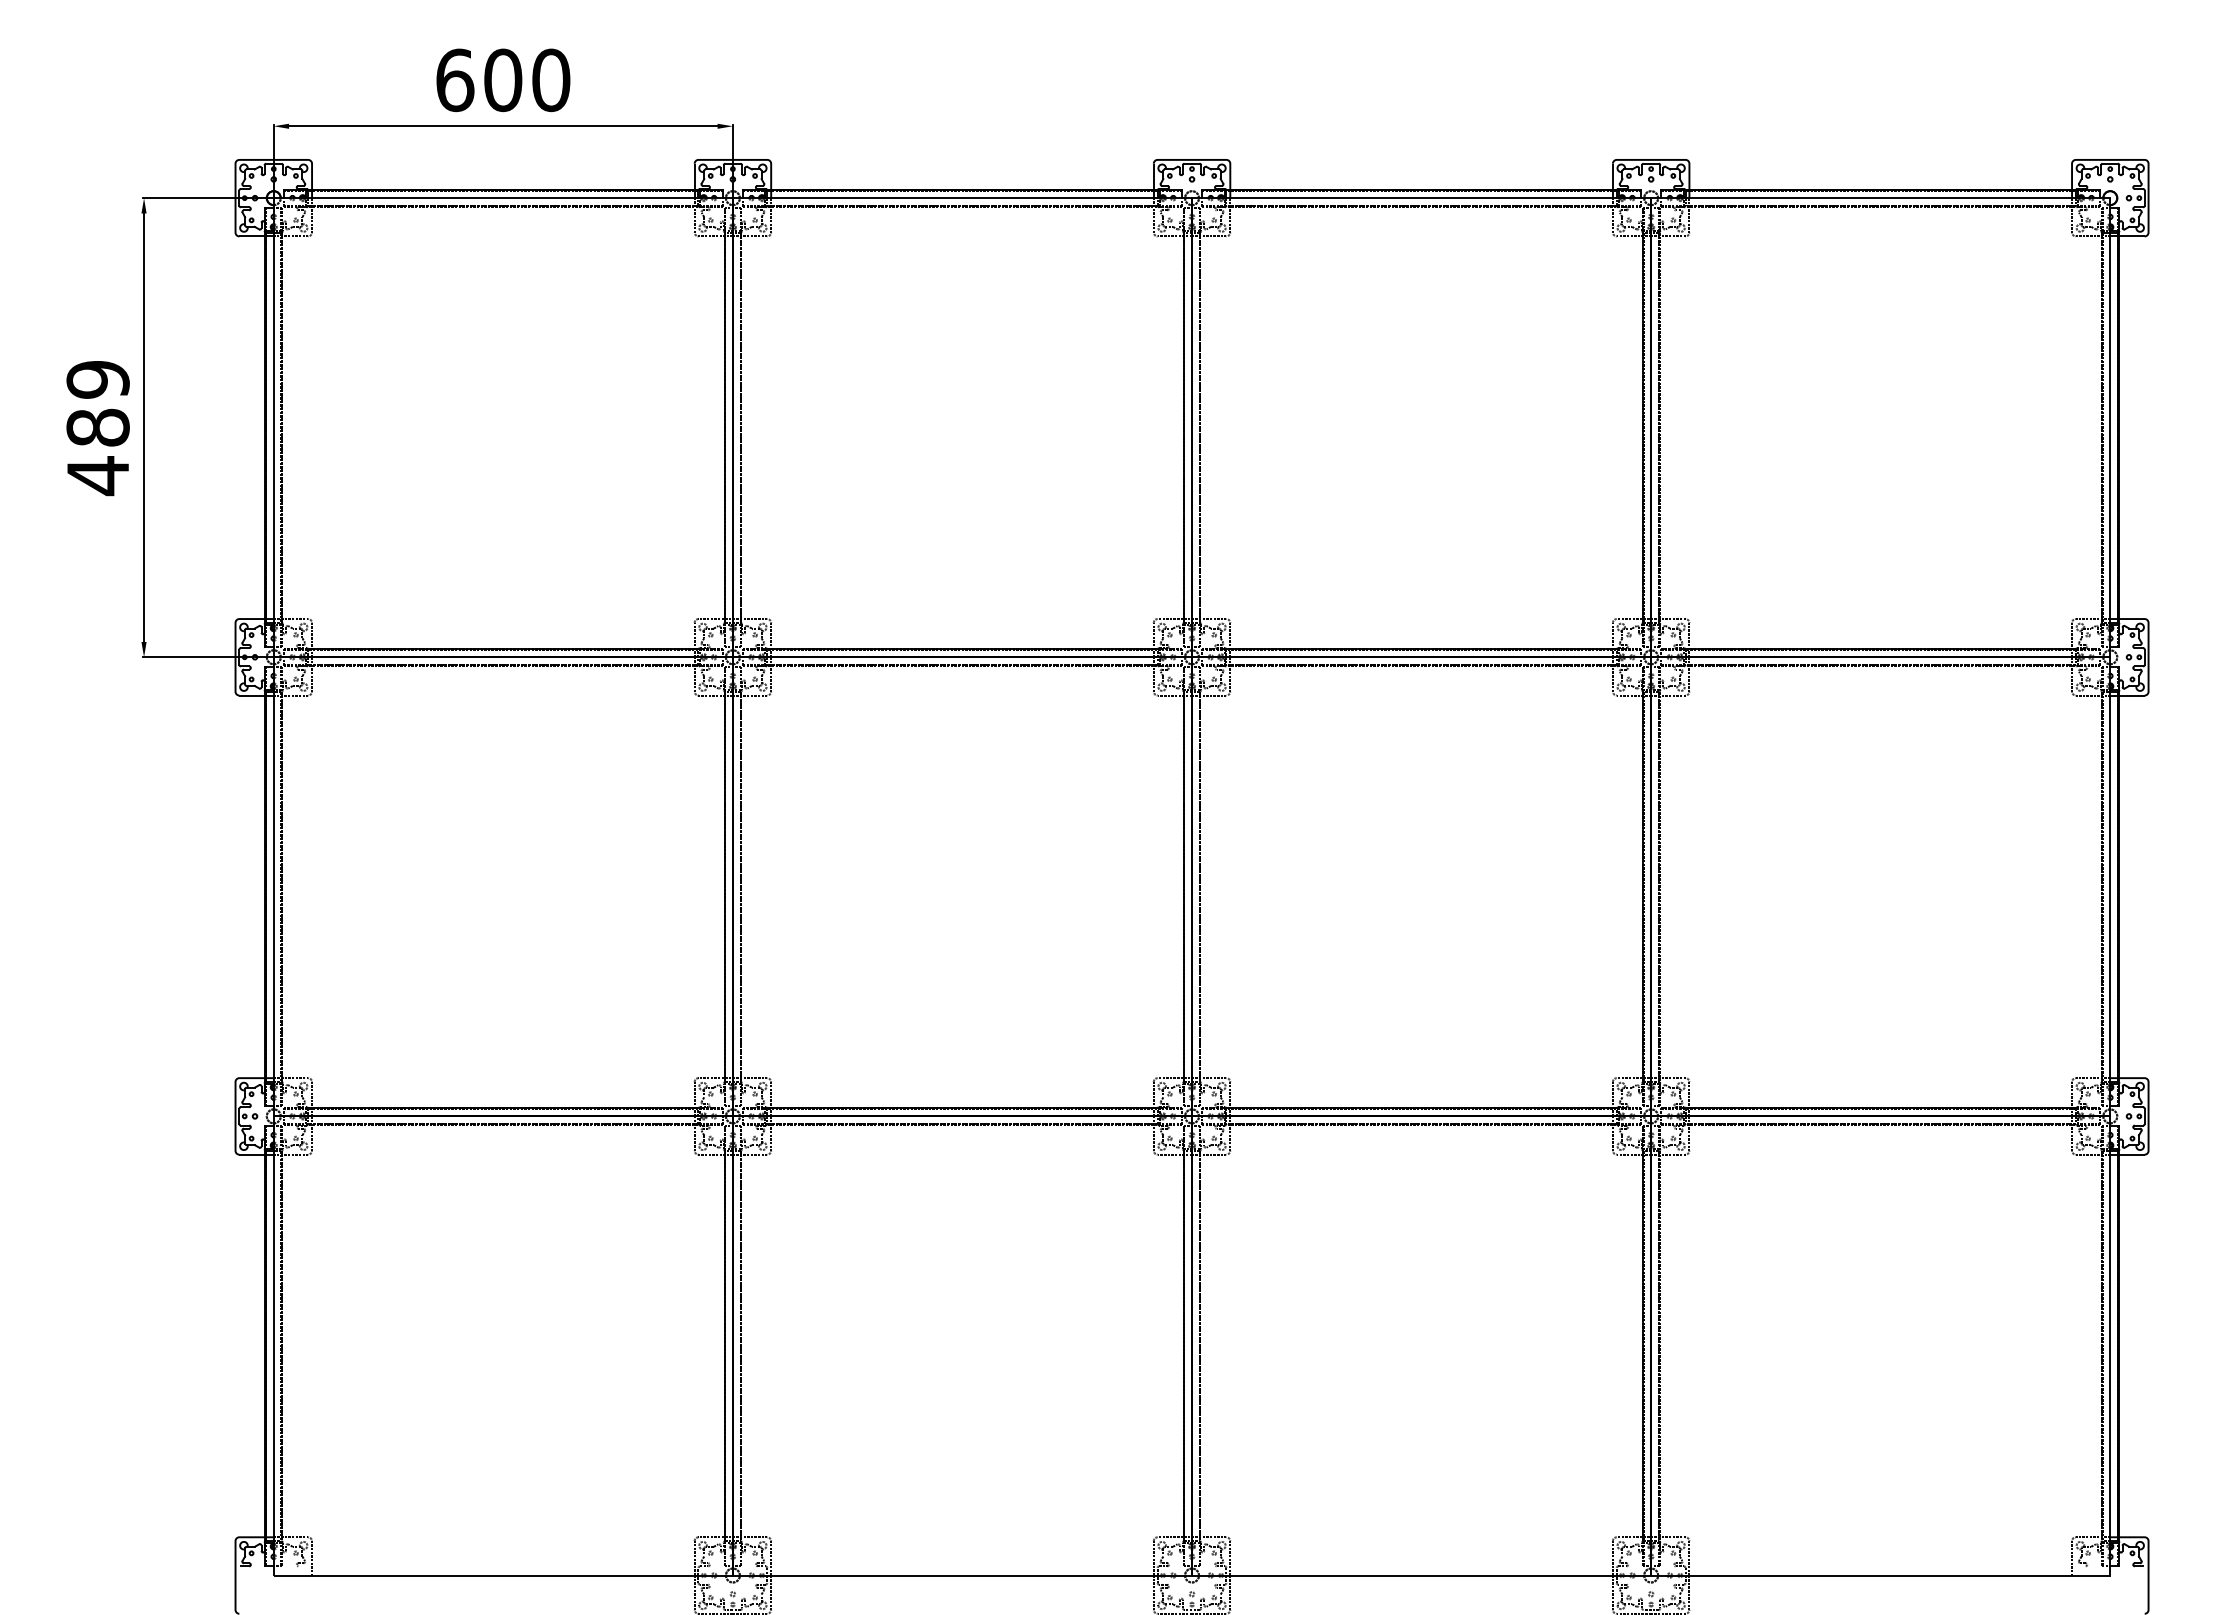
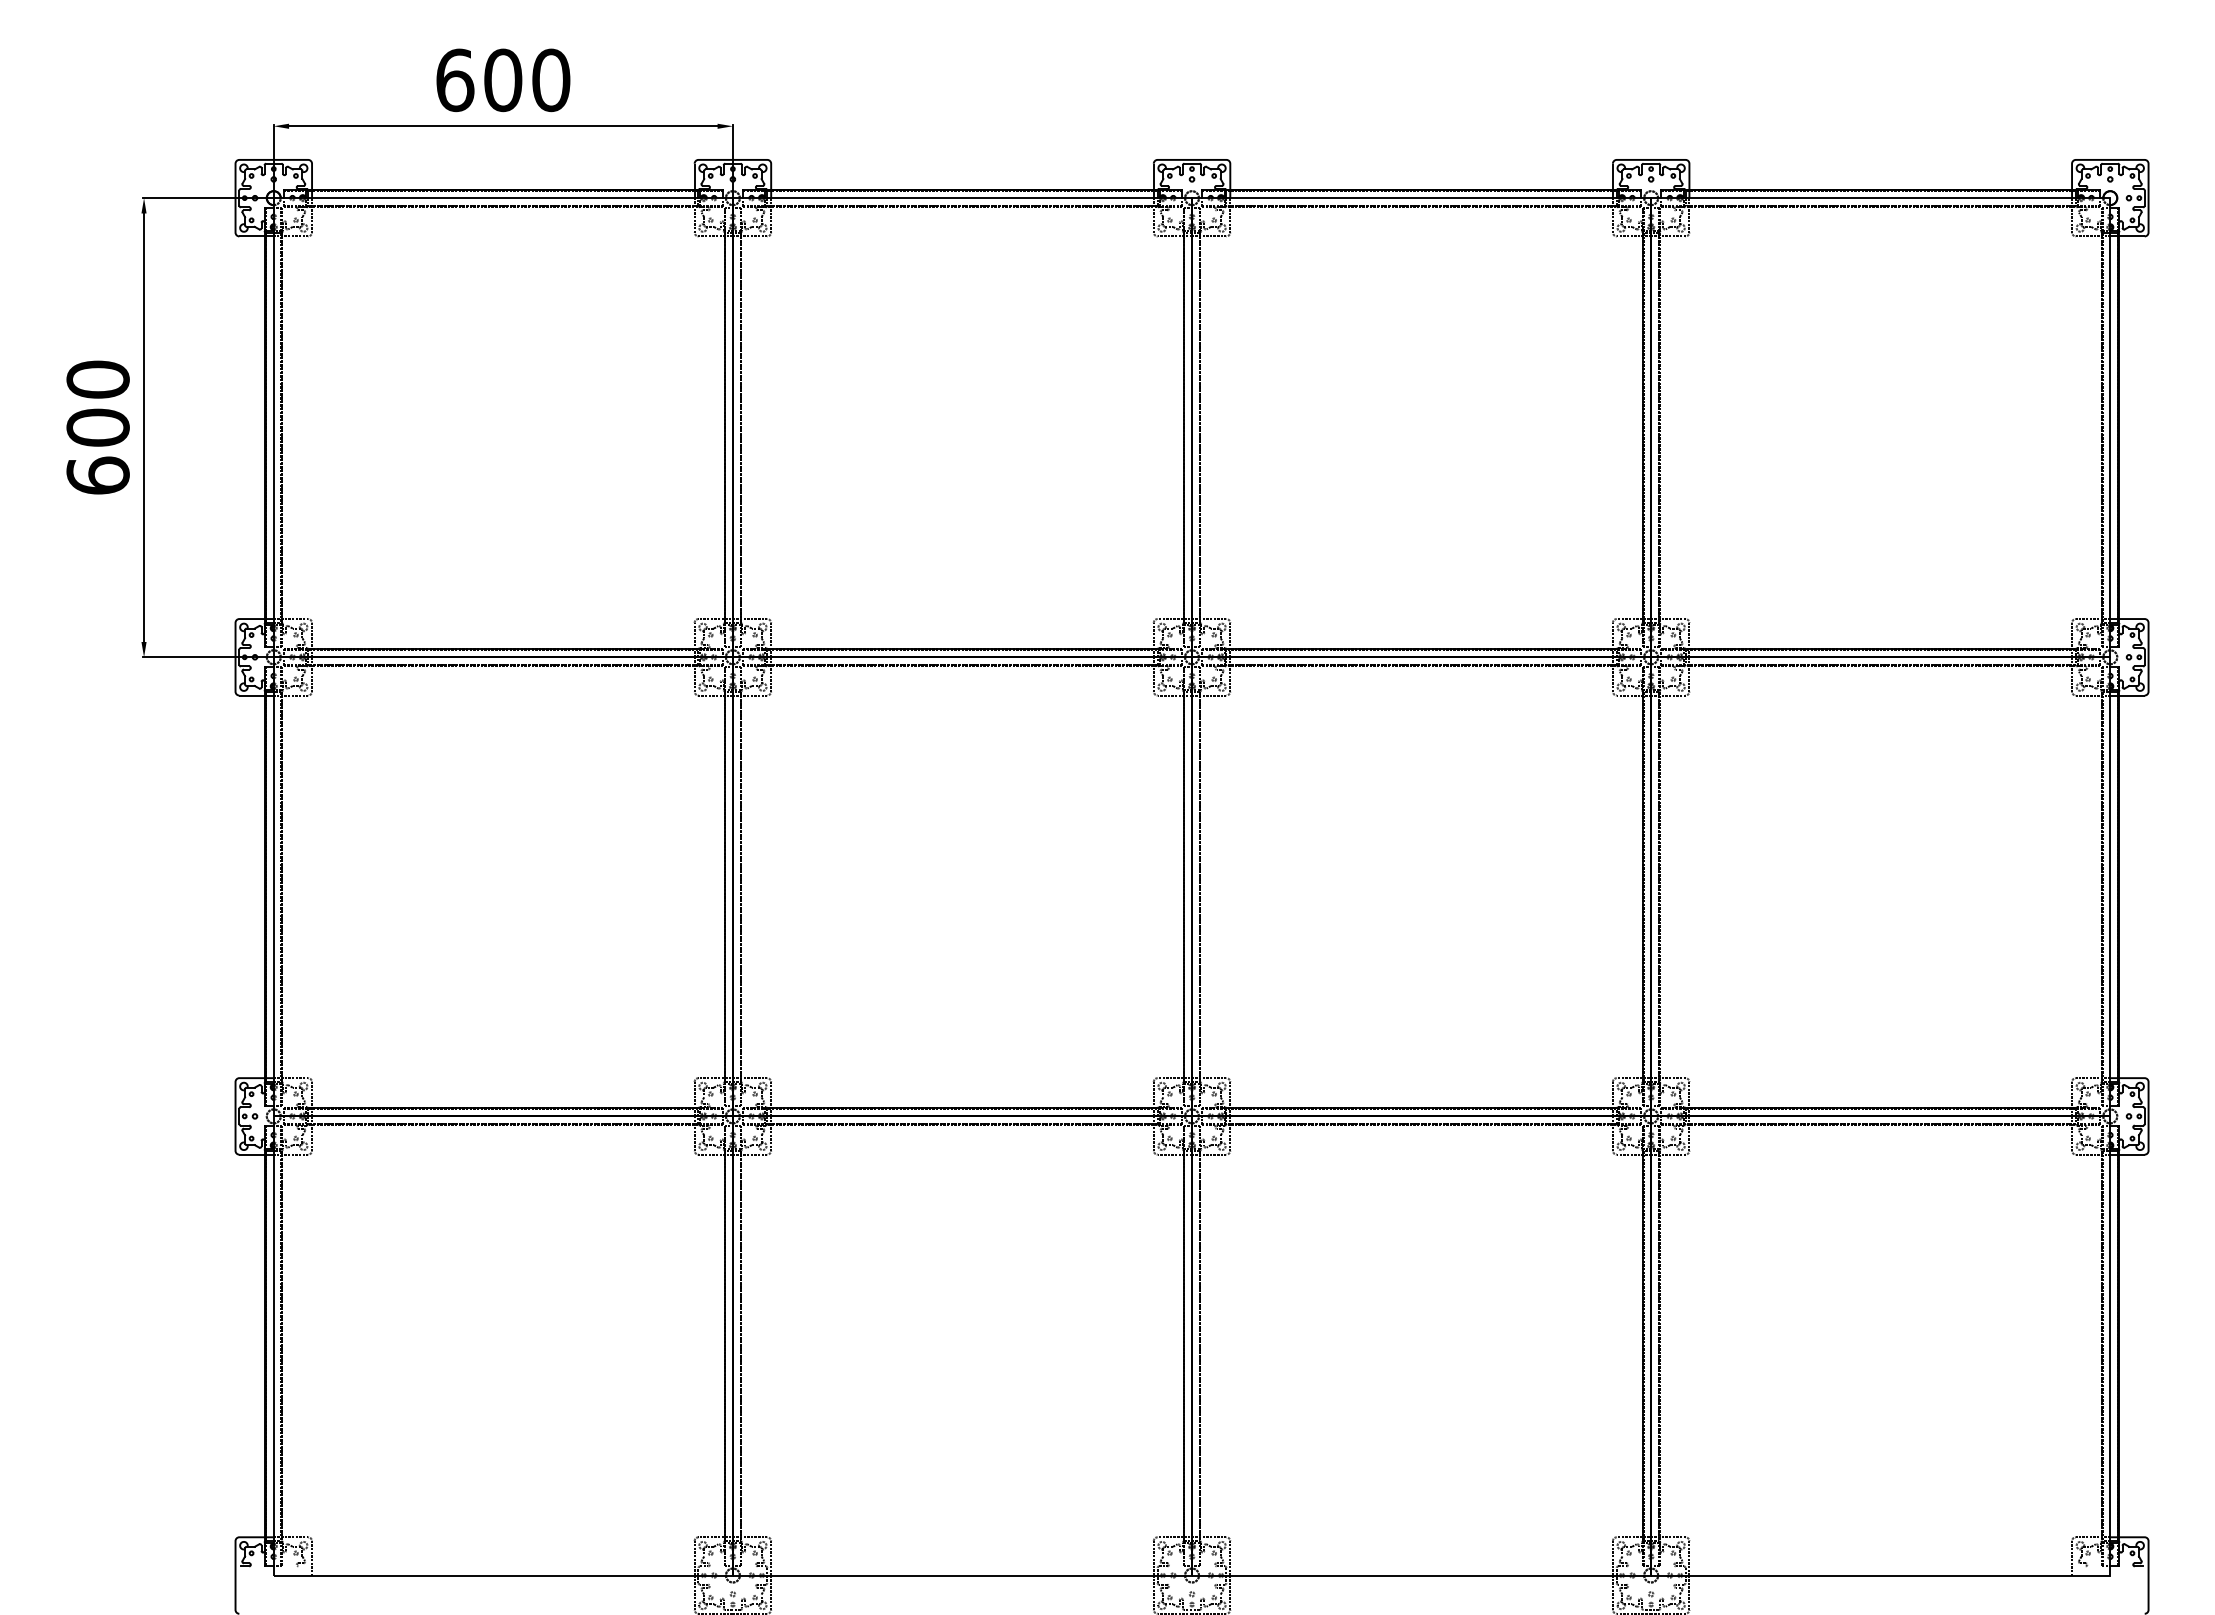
text at (97, 428): 489 -> 600
